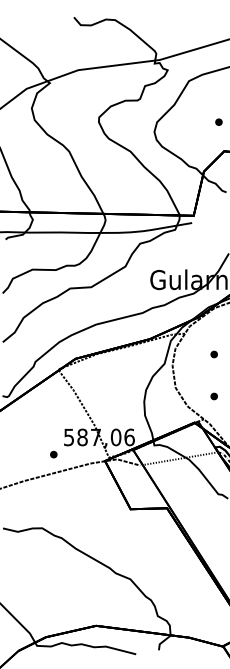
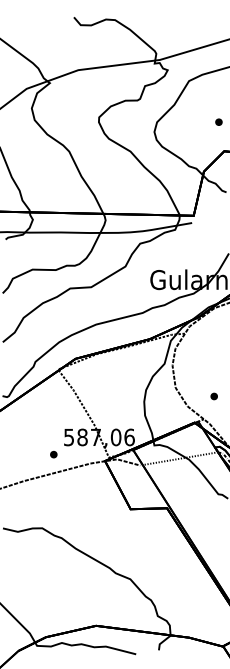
part at (213, 354): present -> none
